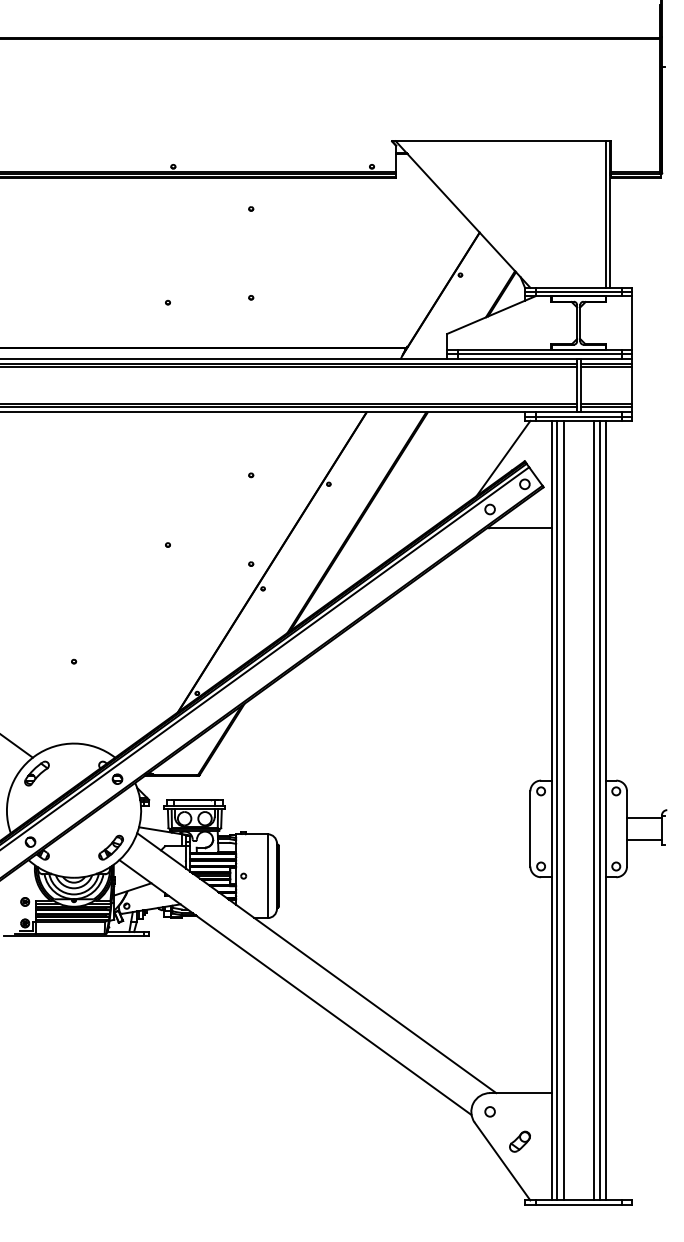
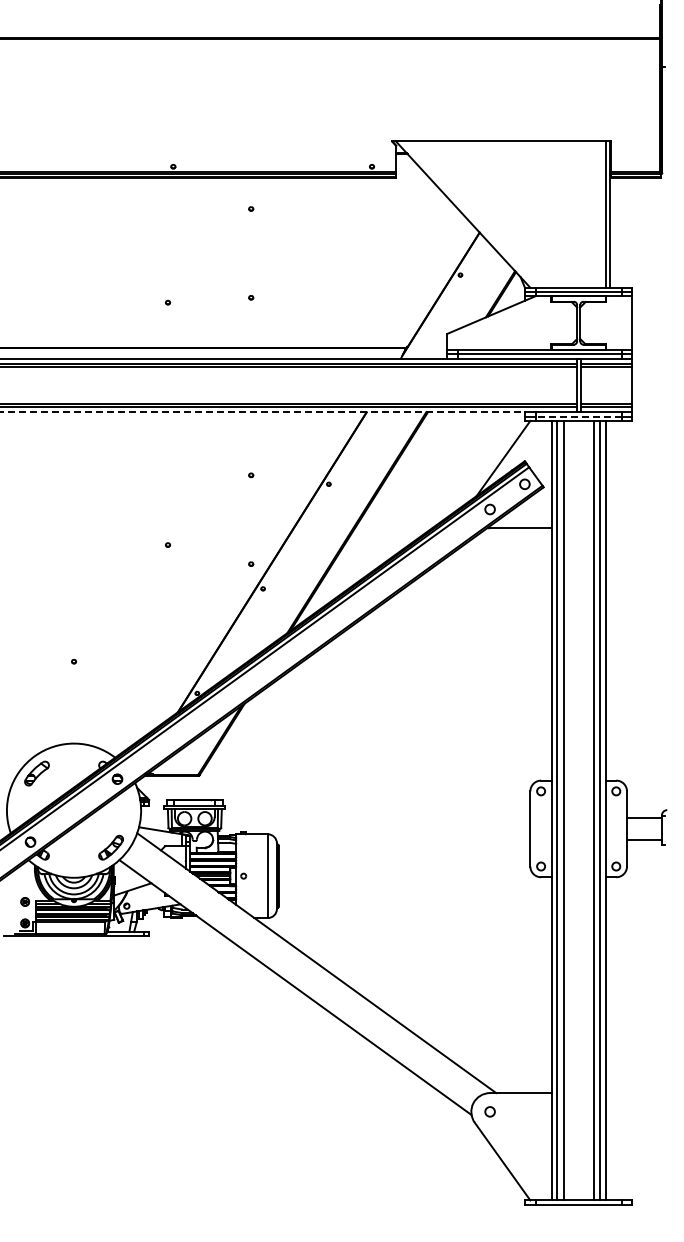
line at (263, 412): solid -> dashed
line at (578, 416): solid -> dashed
line at (17, 746): present -> none
part at (519, 1141): present -> none
